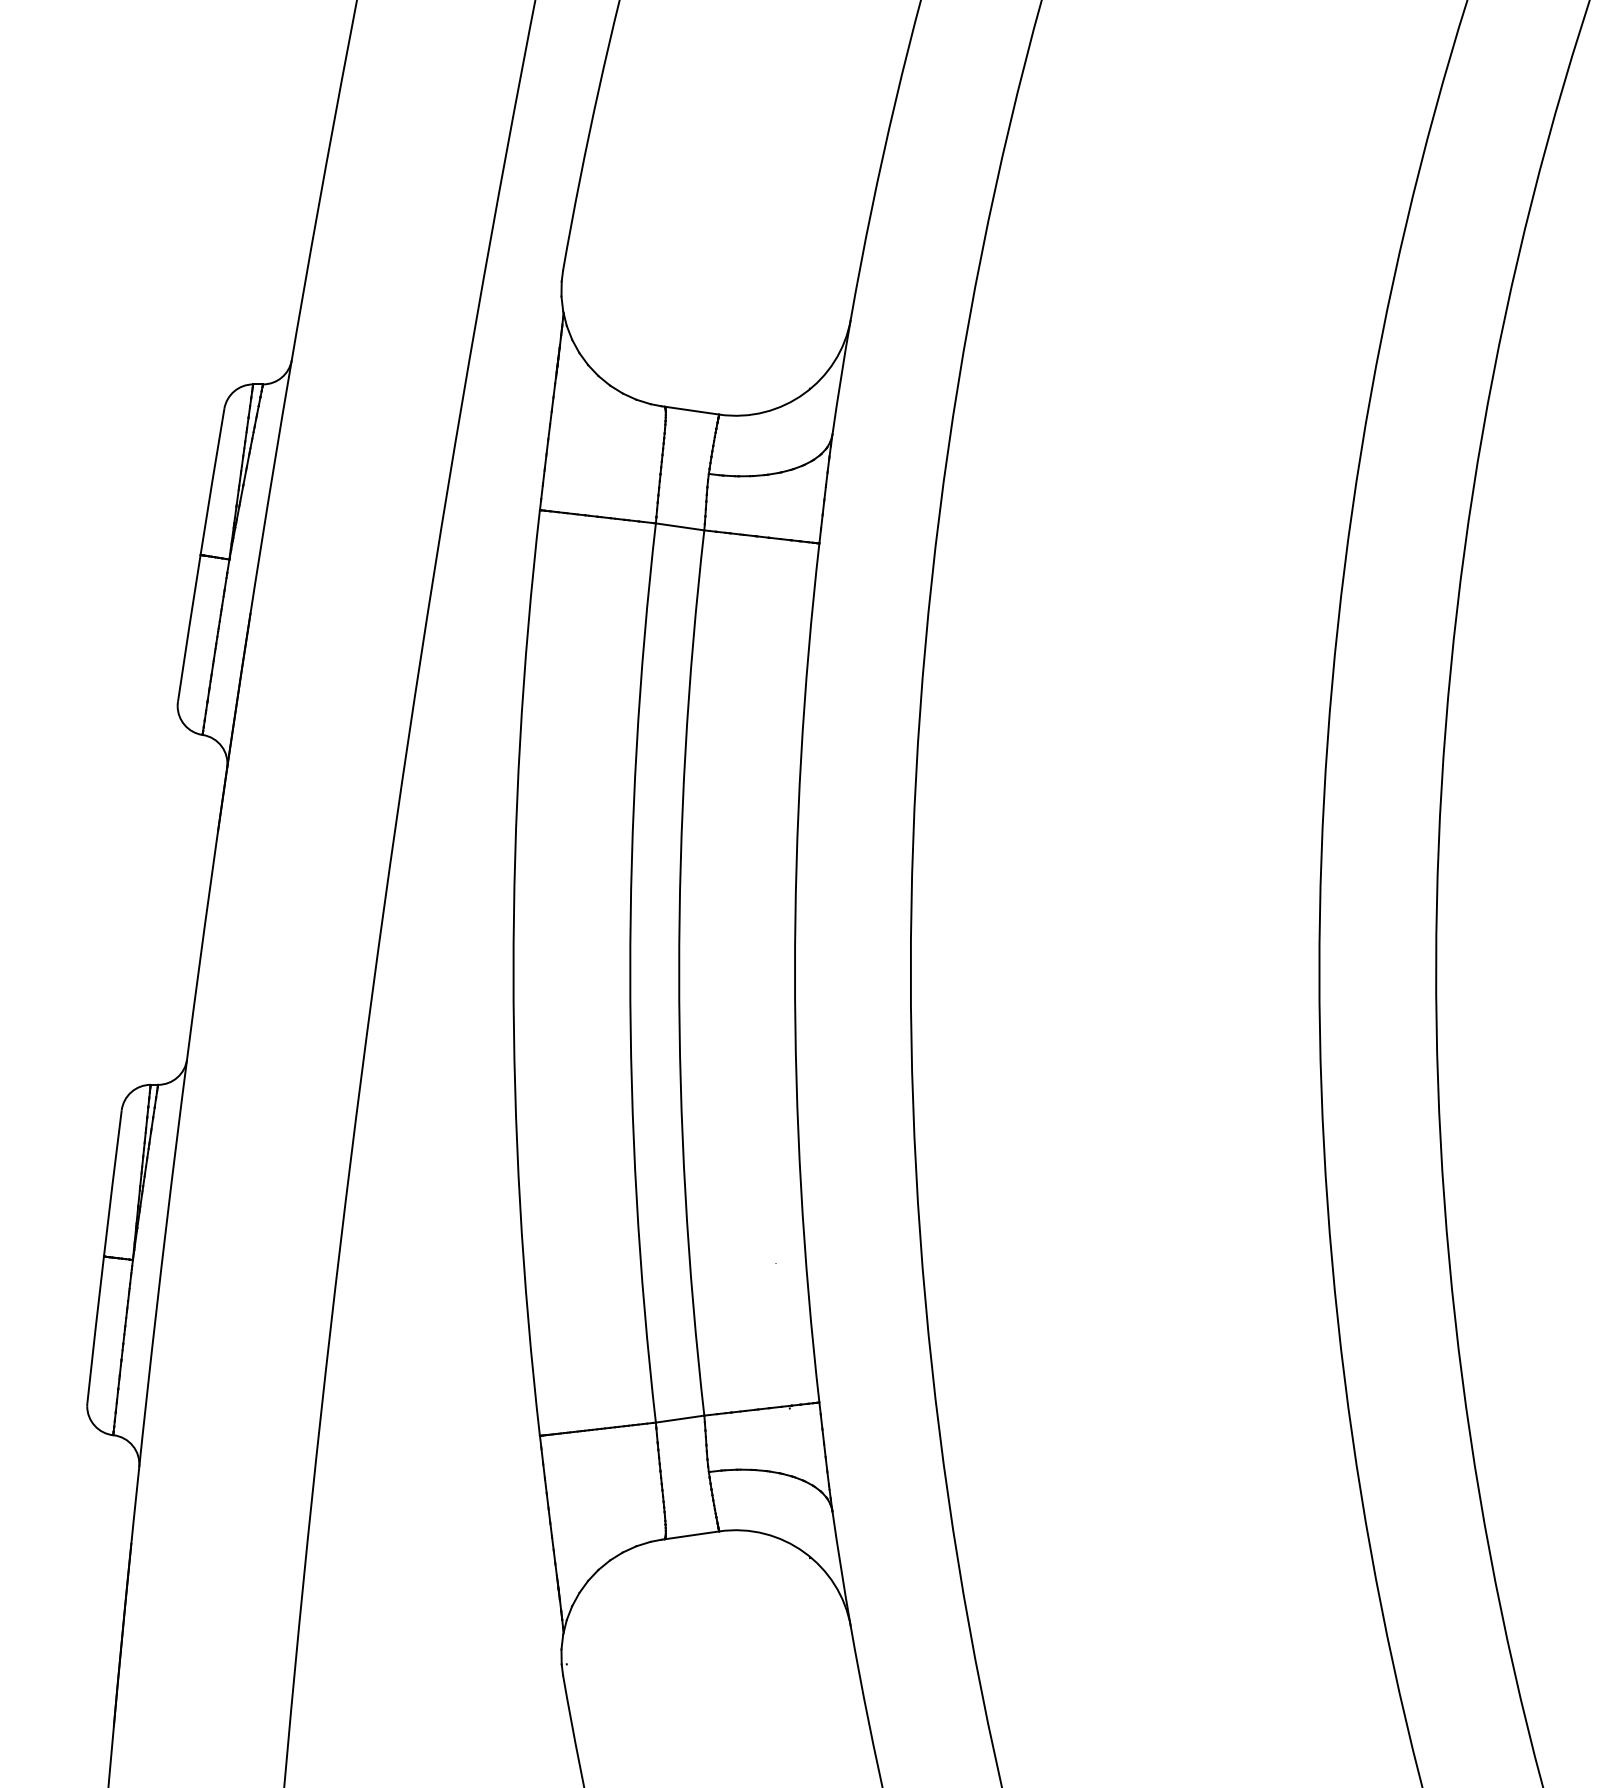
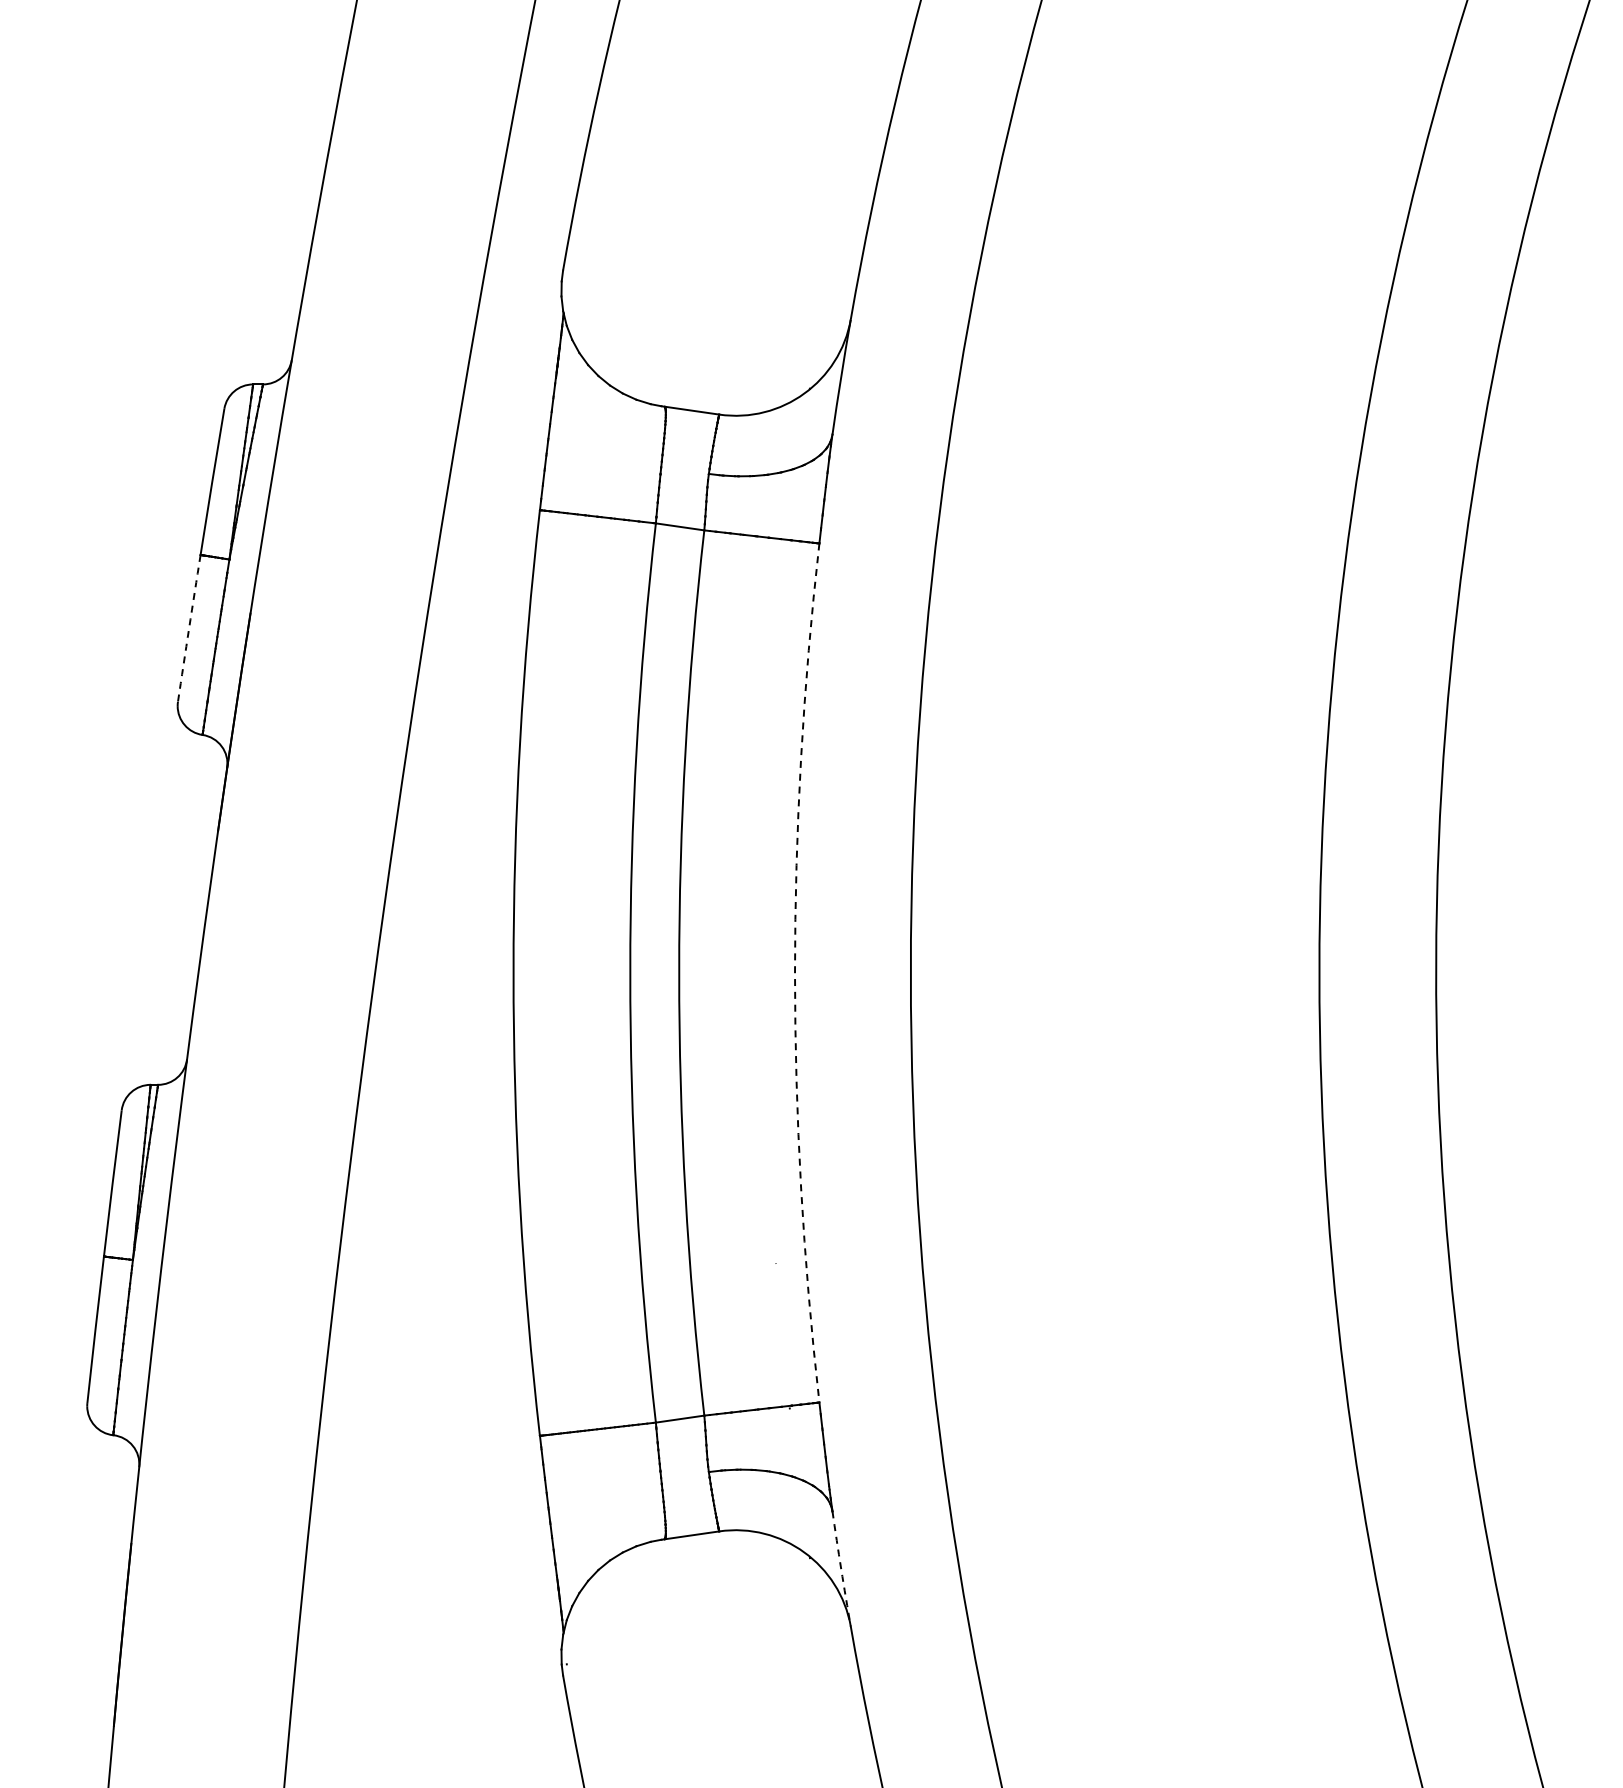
arc at (189, 628): solid -> dashed
arc at (795, 973): solid -> dashed
arc at (841, 1569): solid -> dashed
